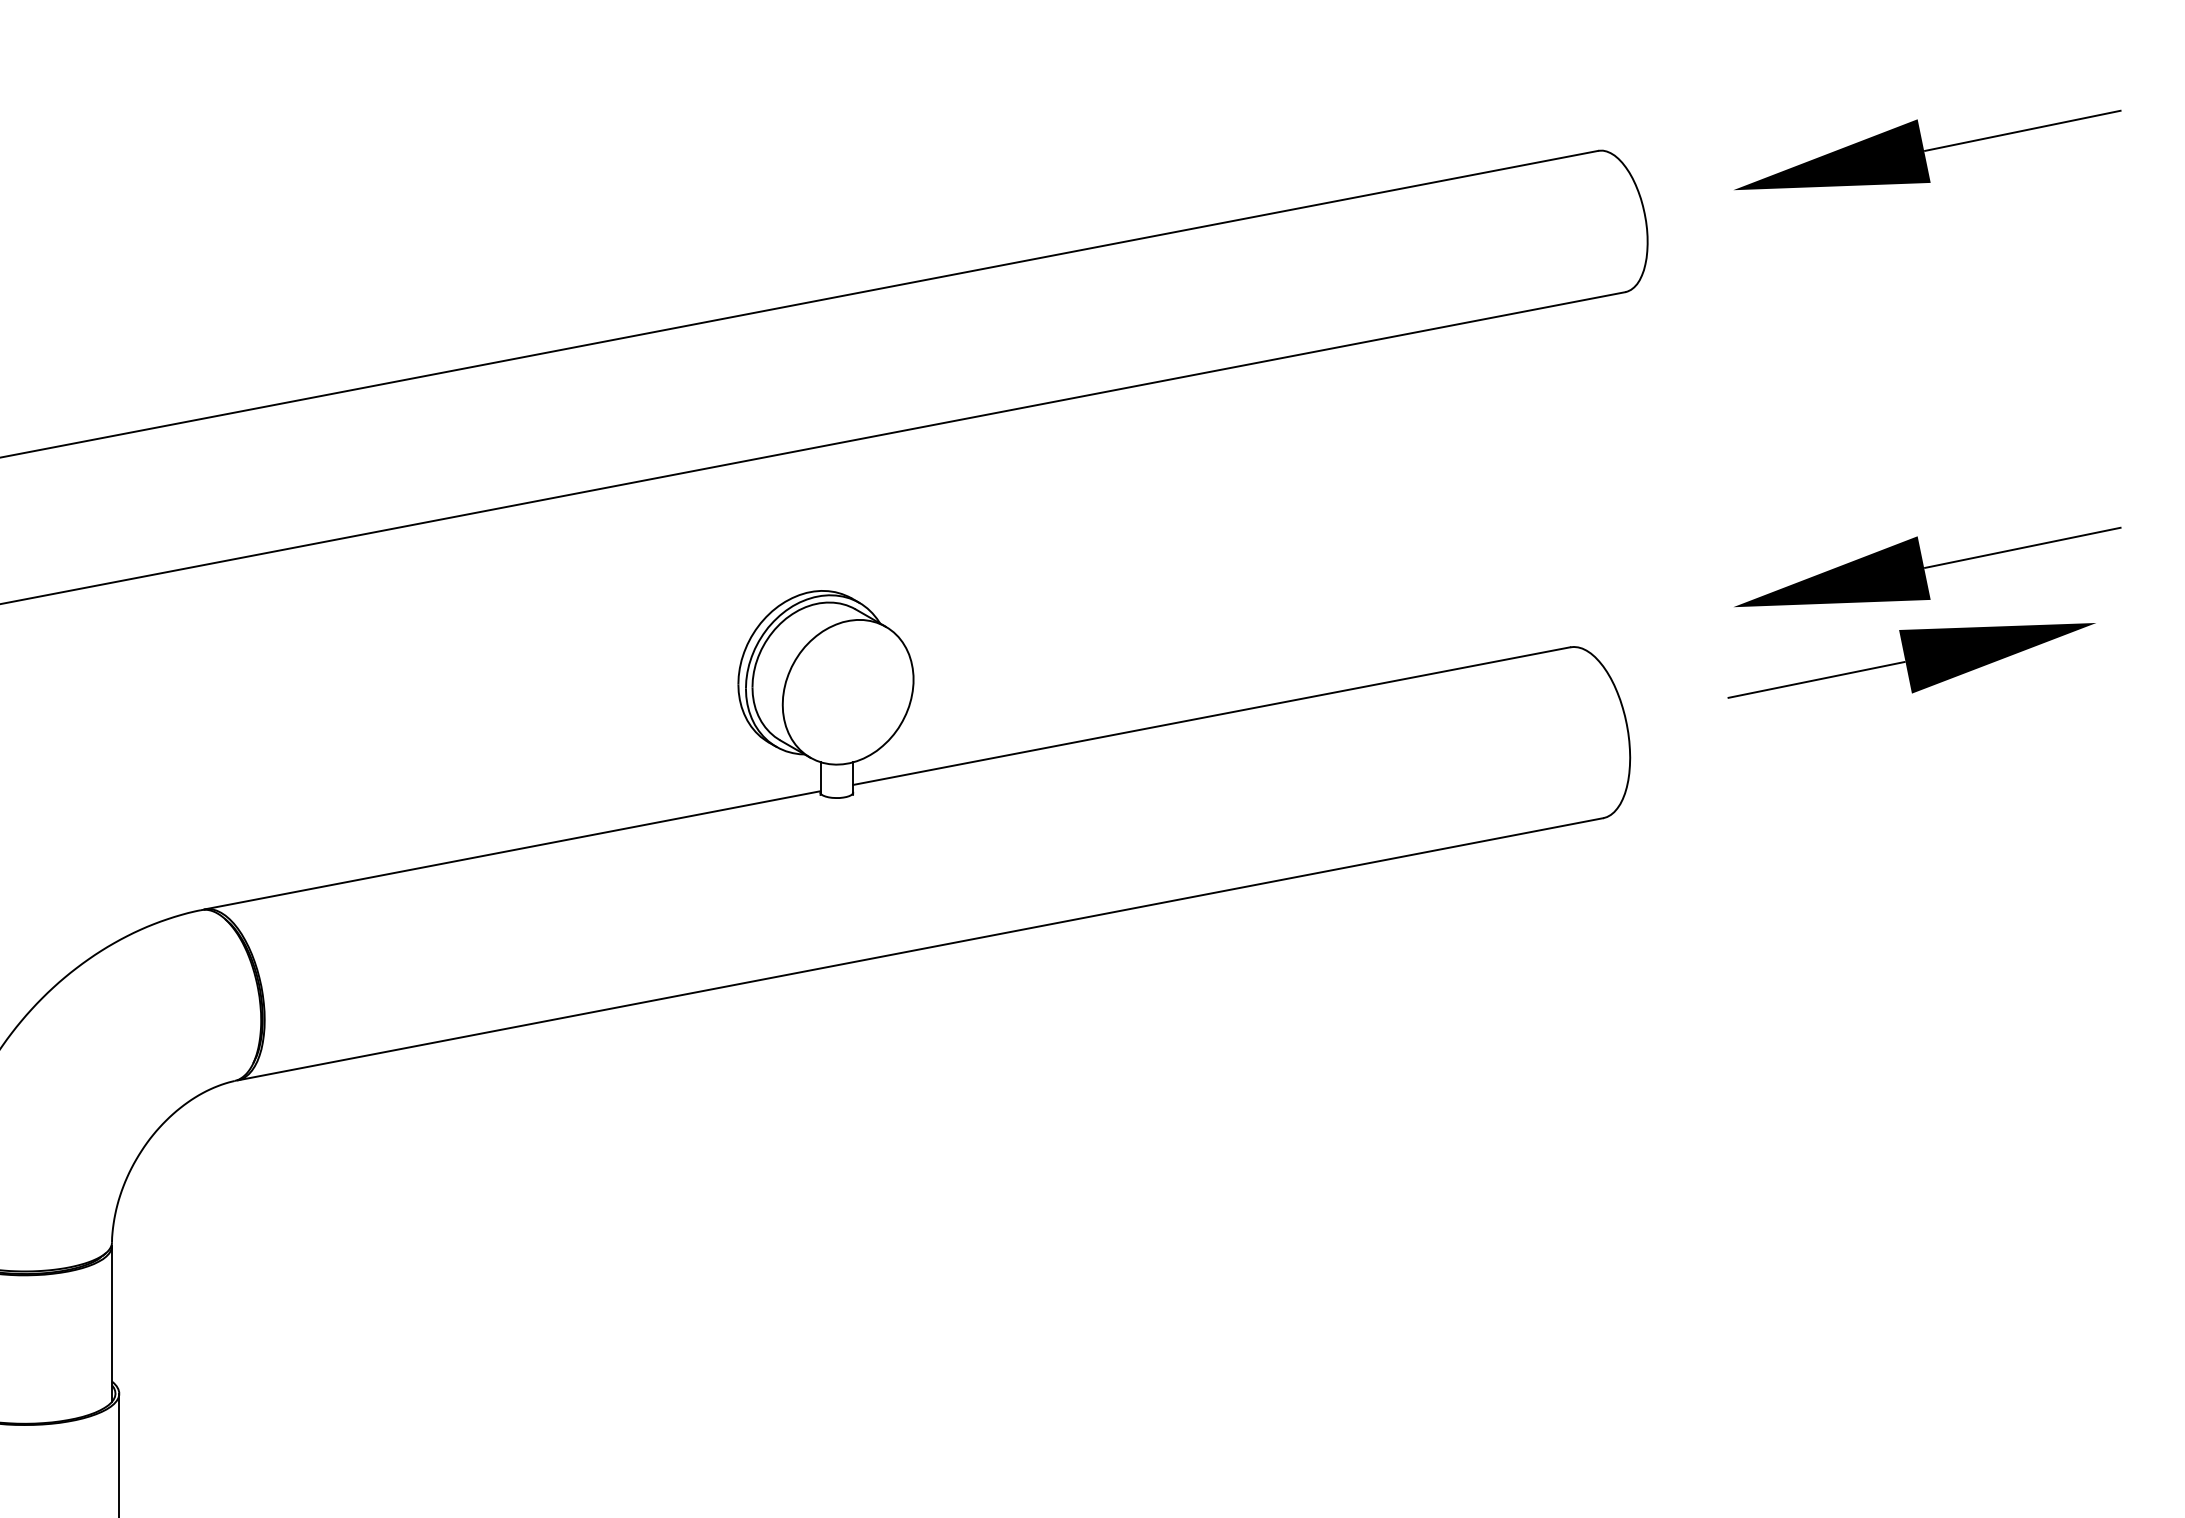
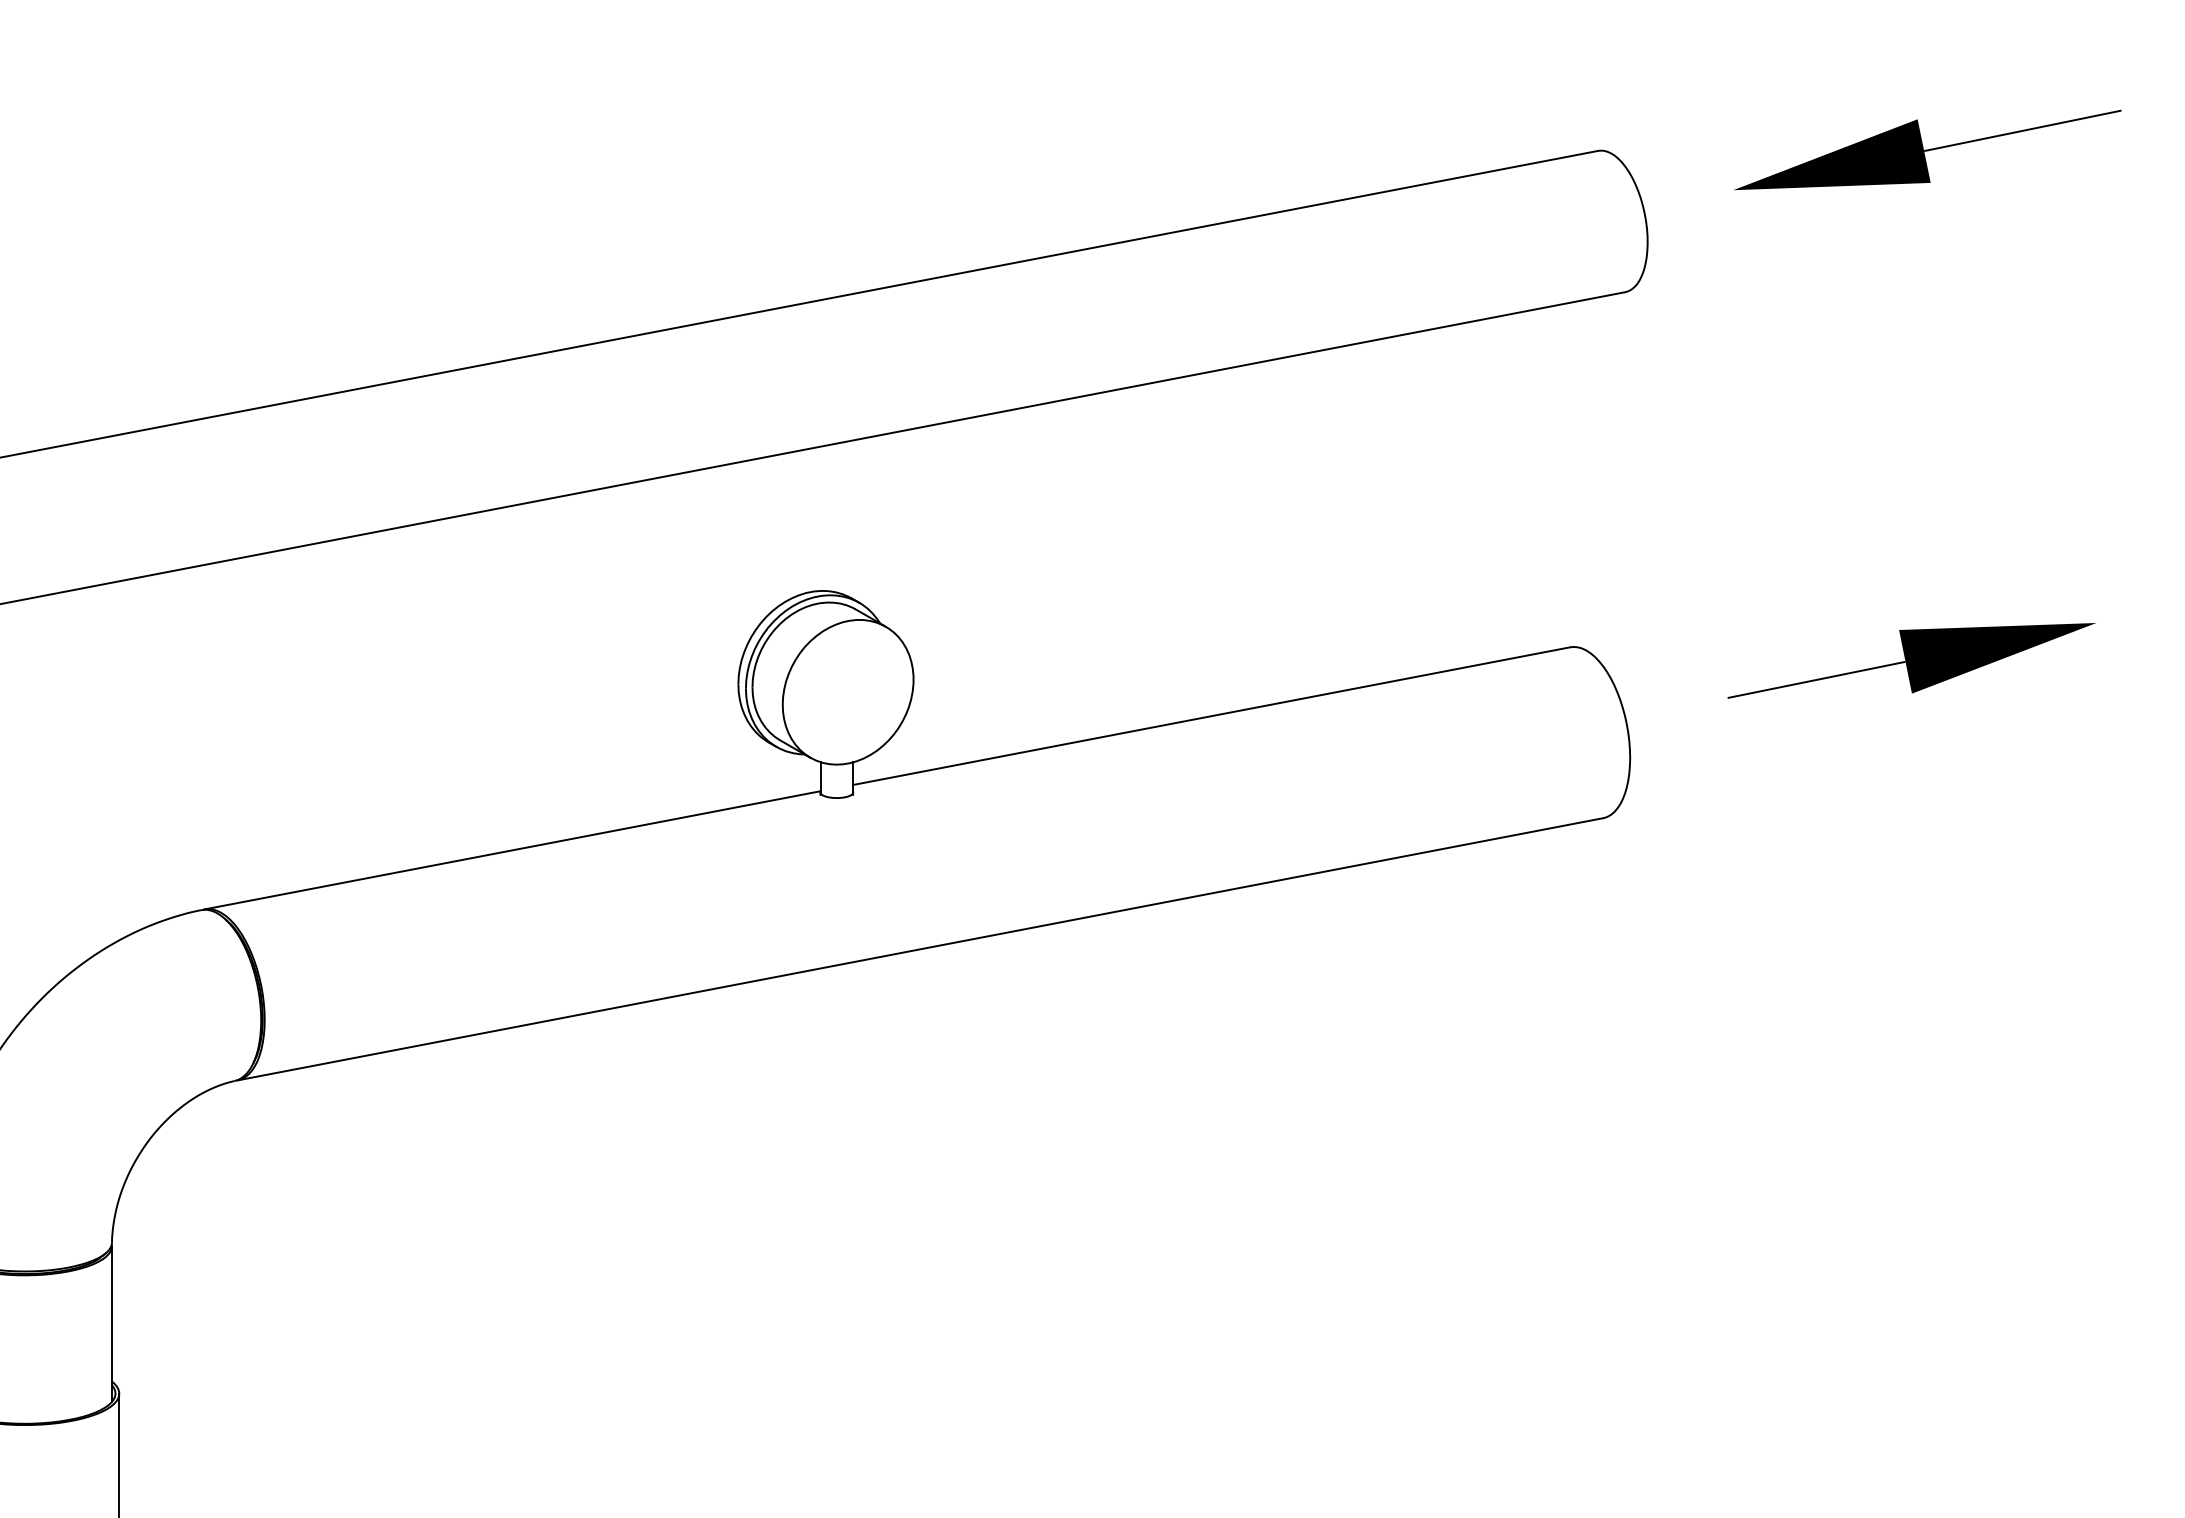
part at (1927, 566): present -> none
